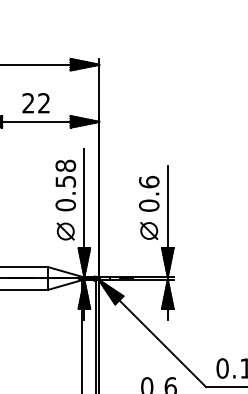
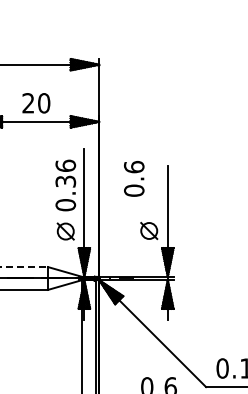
text at (44, 103): 22 -> 20
text at (65, 172): 0.58 -> 0.36
text at (149, 193) position: (149, 193) -> (134, 178)
line at (24, 267): solid -> dashed
